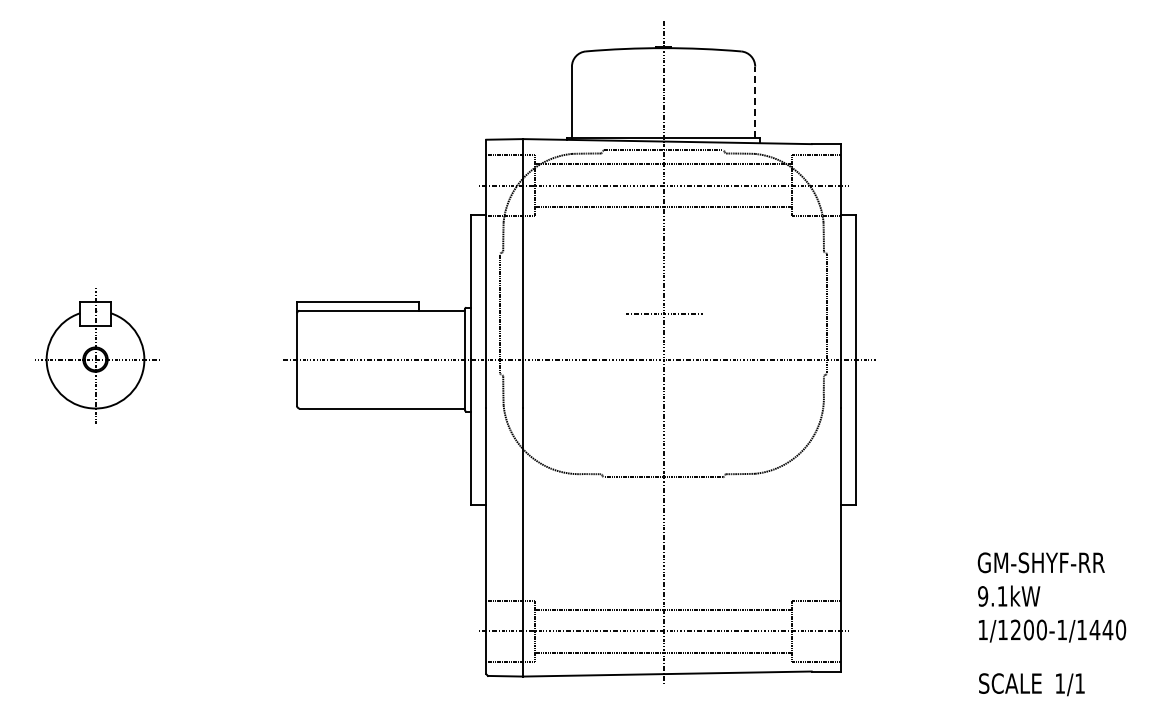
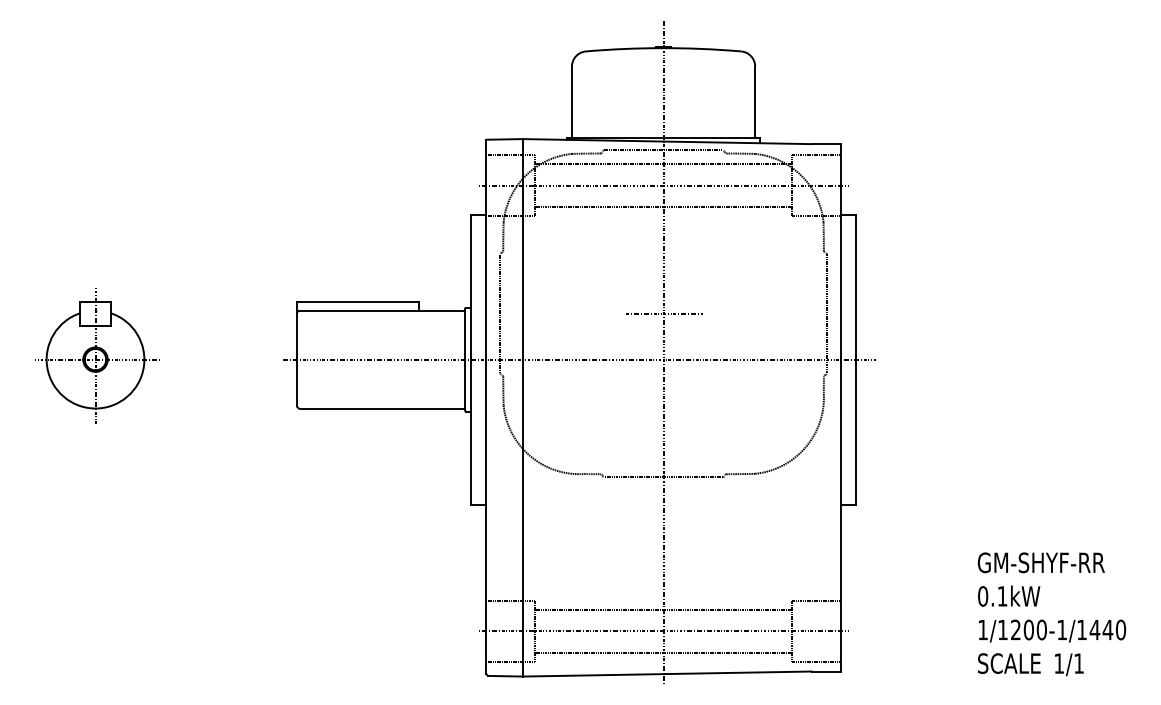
line at (755, 102): dashed -> solid
text at (983, 596): 9.1kW -> 0.1kW
text at (1031, 684) position: (1031, 684) -> (1030, 664)
